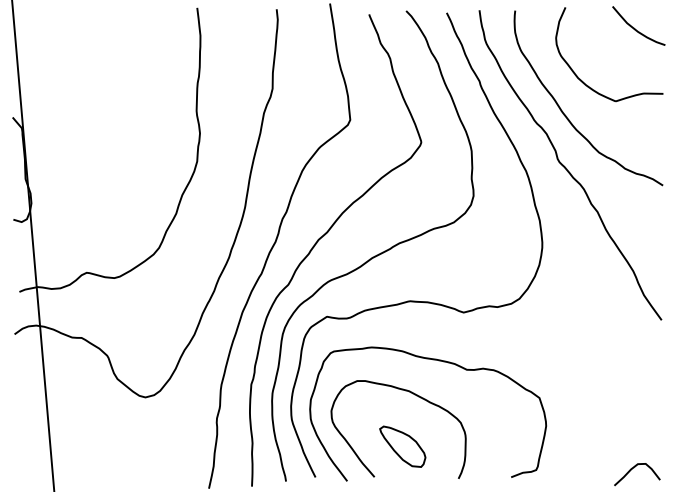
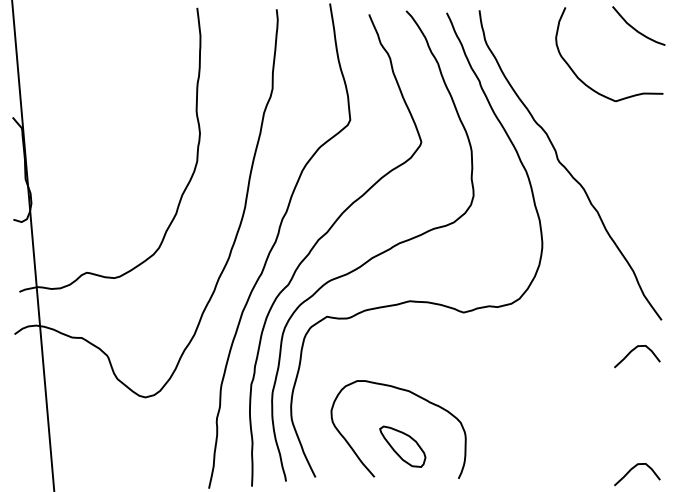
curve at (566, 115): present -> none
curve at (632, 351): none -> present
curve at (438, 361): present -> none
